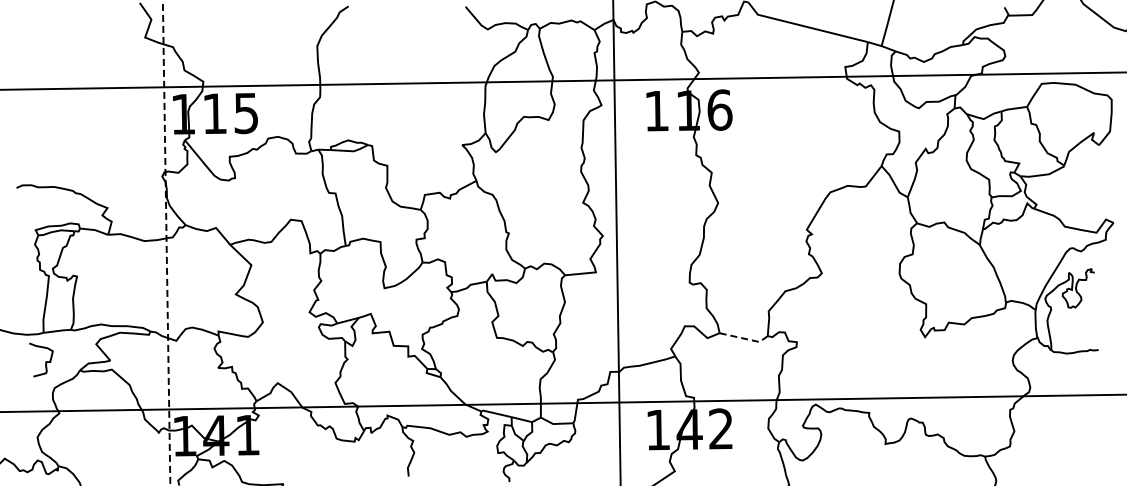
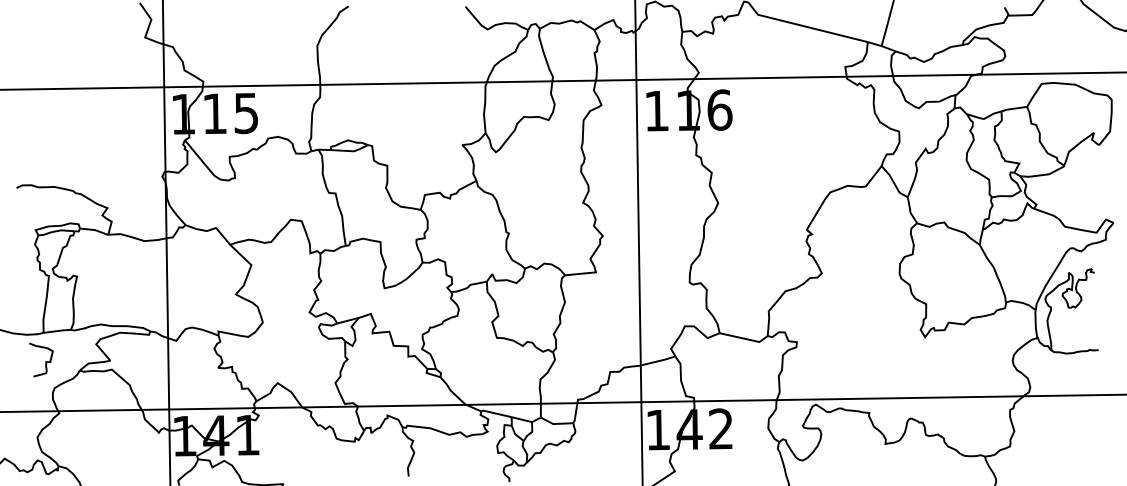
line at (616, 242) position: (616, 242) -> (638, 242)
line at (166, 243): dashed -> solid
line at (745, 339): dashed -> solid
